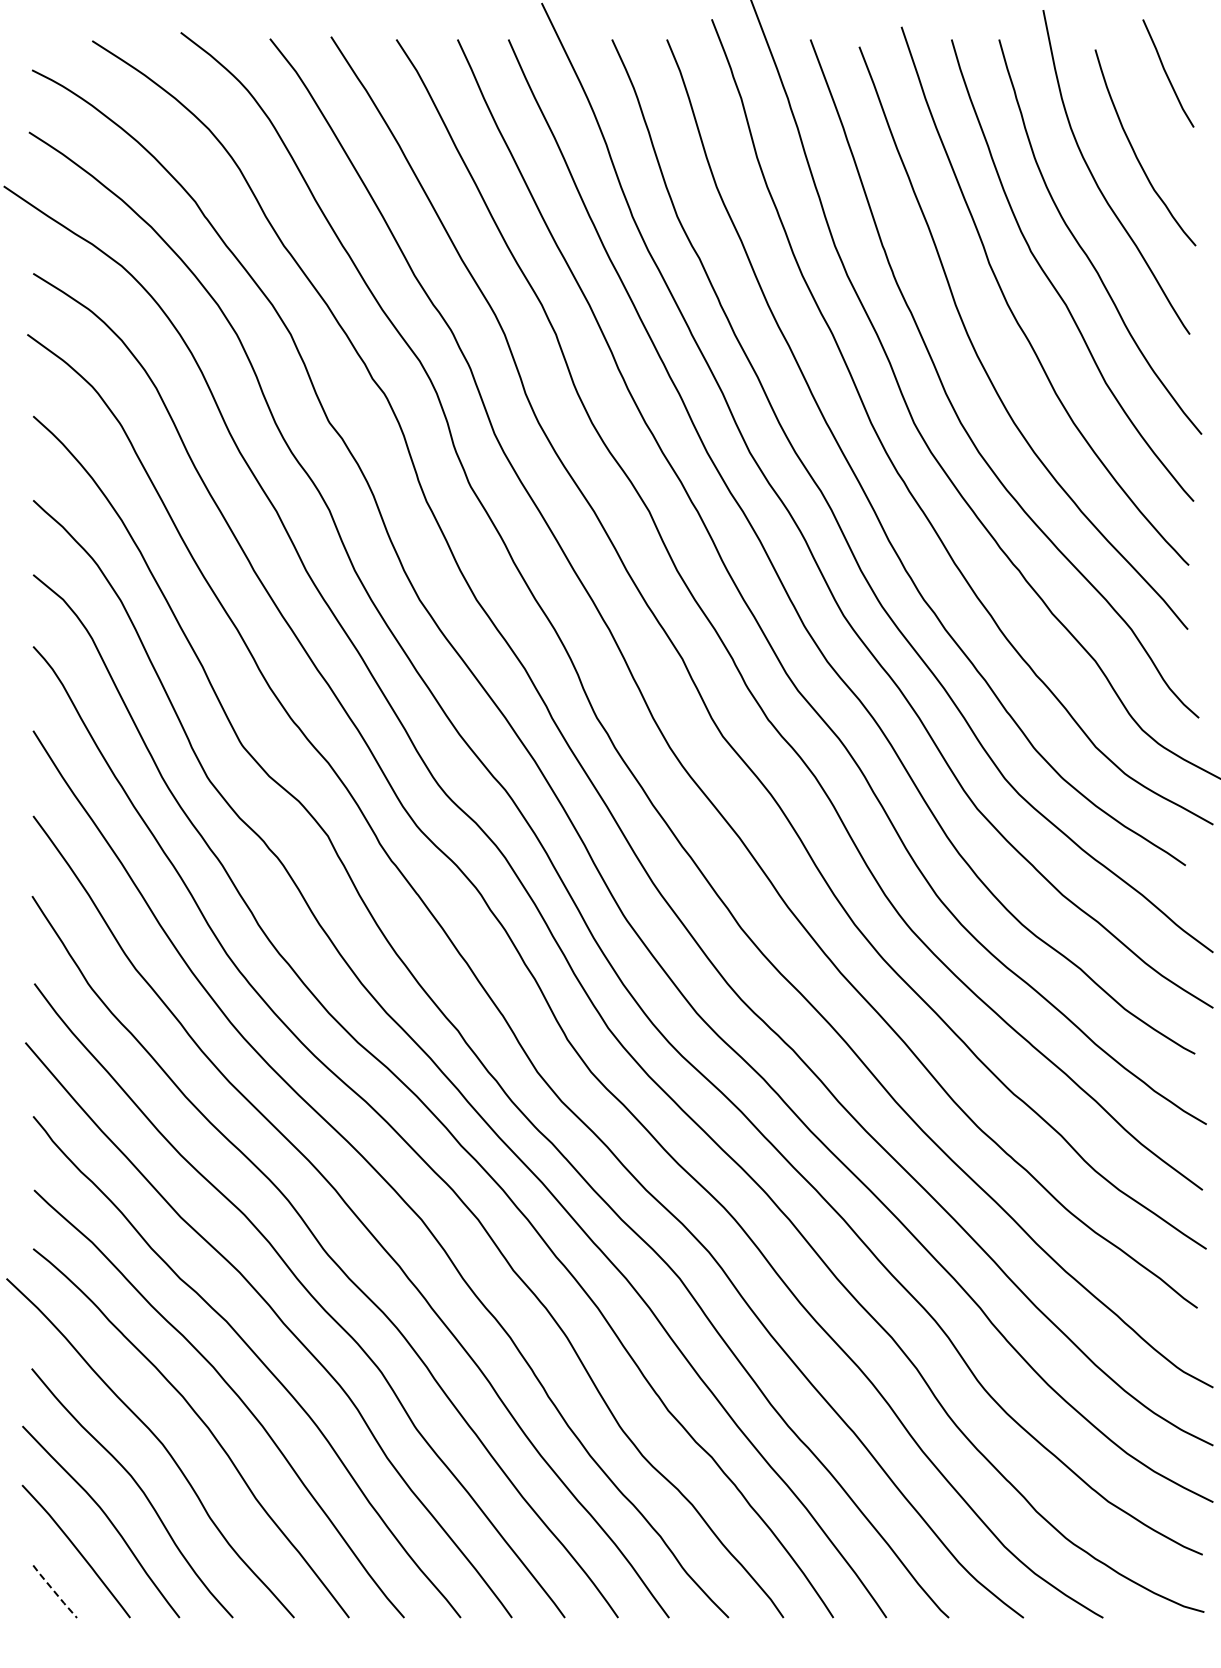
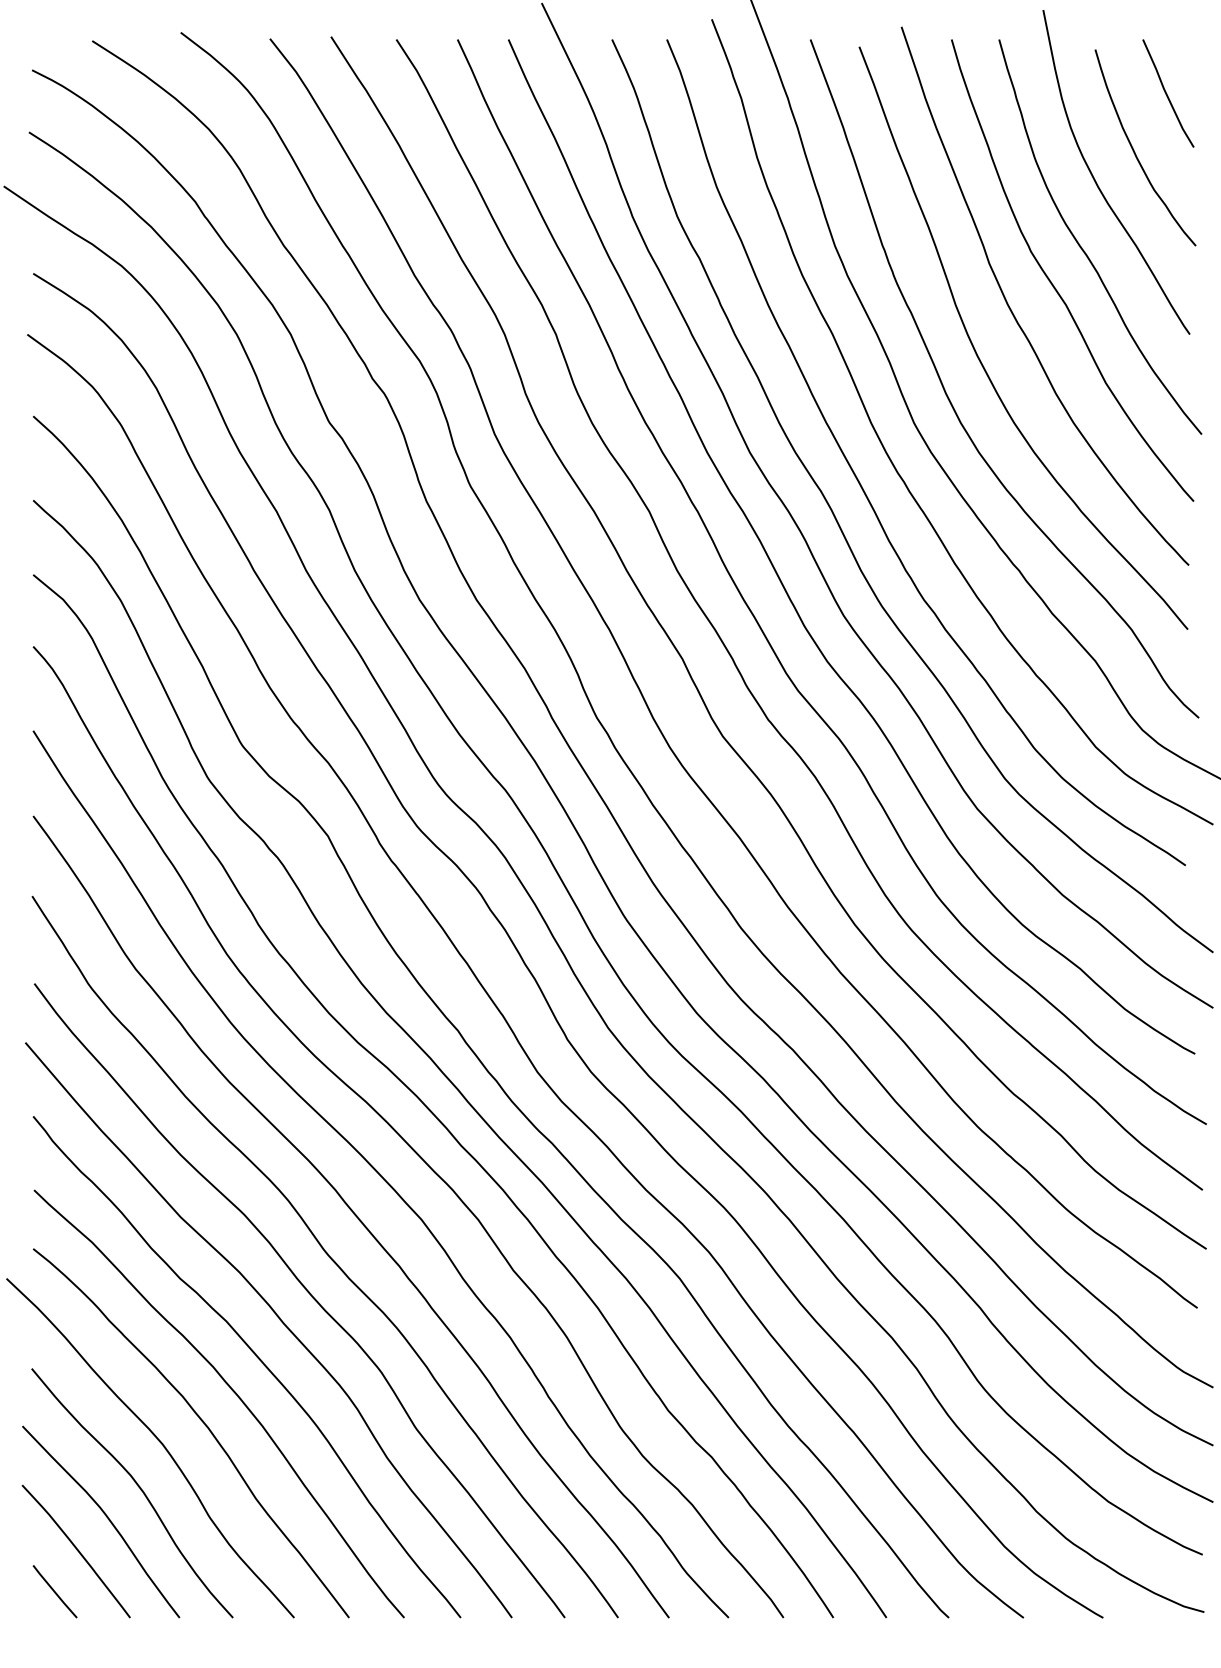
line at (1167, 73) position: (1167, 73) -> (1167, 93)
line at (54, 1591): dashed -> solid
